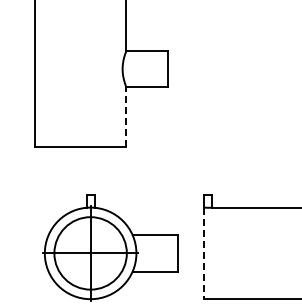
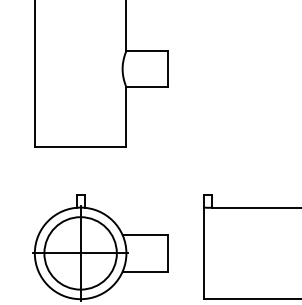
line at (126, 117): dashed -> solid
part at (110, 247) position: (110, 247) -> (100, 247)
line at (203, 253): dashed -> solid
